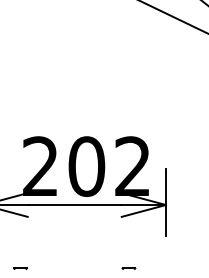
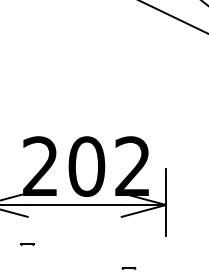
line at (20, 268) position: (20, 268) -> (27, 244)
